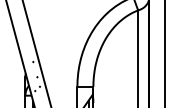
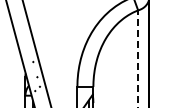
line at (165, 53): present -> none
line at (138, 58): solid -> dashed
